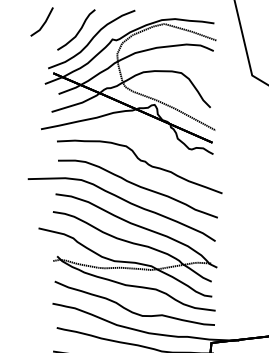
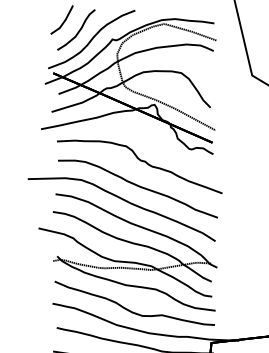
line at (43, 23) position: (43, 23) -> (63, 21)
